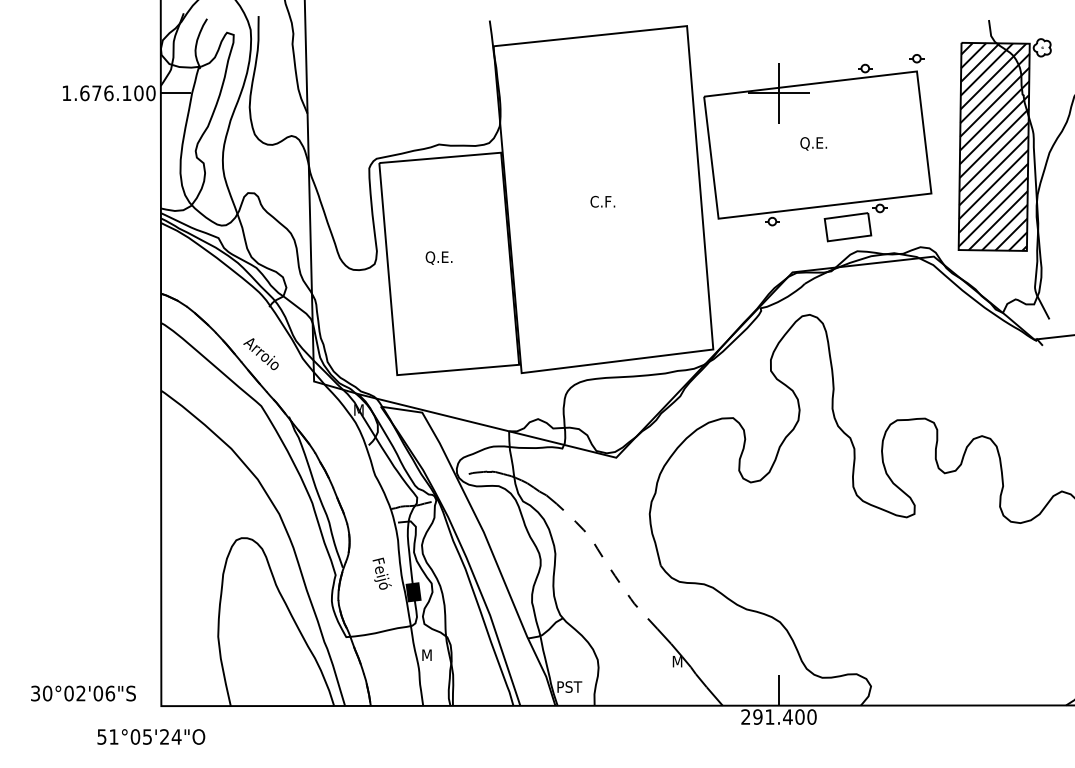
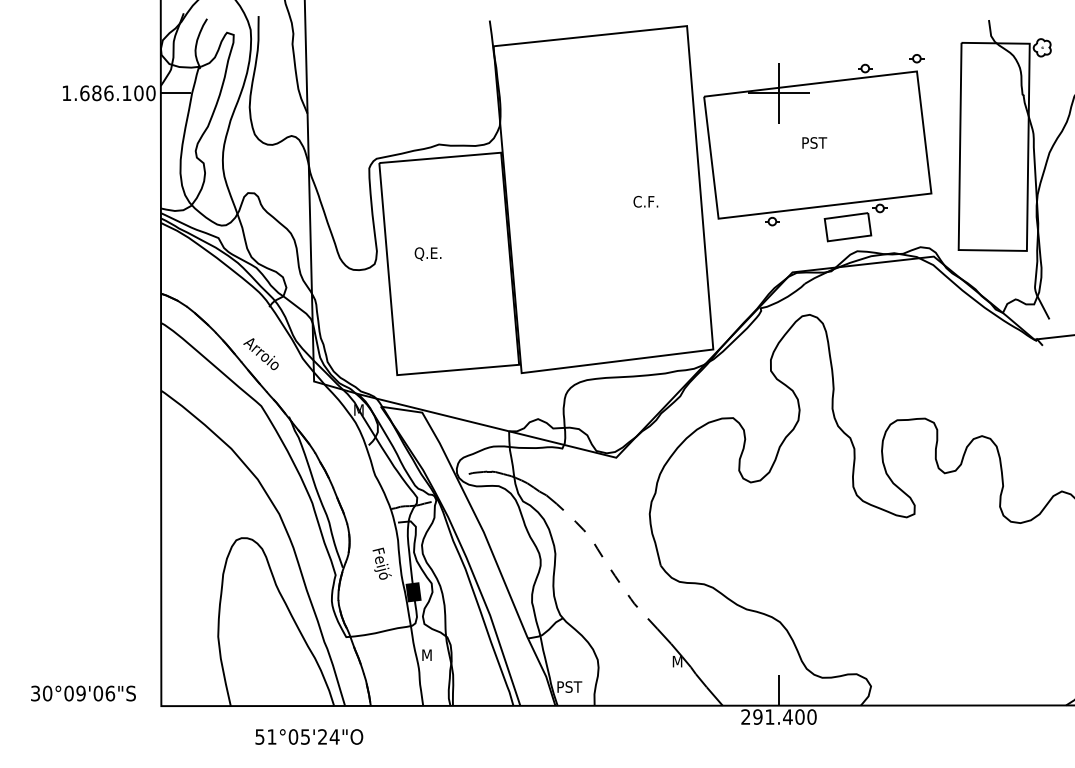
text at (96, 93): 1.676.100 -> 1.686.100
text at (813, 143): Q.E. -> PST
hatch at (993, 146): present -> none
text at (602, 201) position: (602, 201) -> (645, 201)
text at (438, 257) position: (438, 257) -> (427, 253)
text at (381, 573) position: (381, 573) -> (381, 563)
text at (80, 693): 30°02'06"S -> 30°09'06"S
text at (151, 736) position: (151, 736) -> (309, 736)
